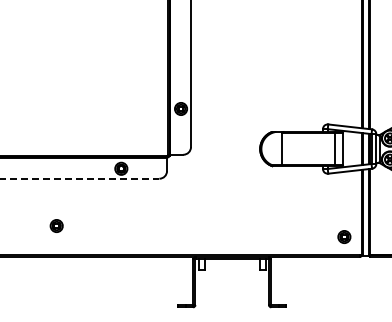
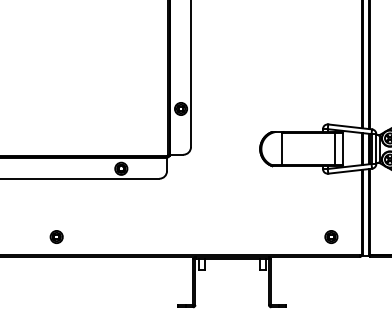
line at (80, 178): dashed -> solid
part at (56, 225) position: (56, 225) -> (56, 236)
part at (344, 236) position: (344, 236) -> (331, 236)
